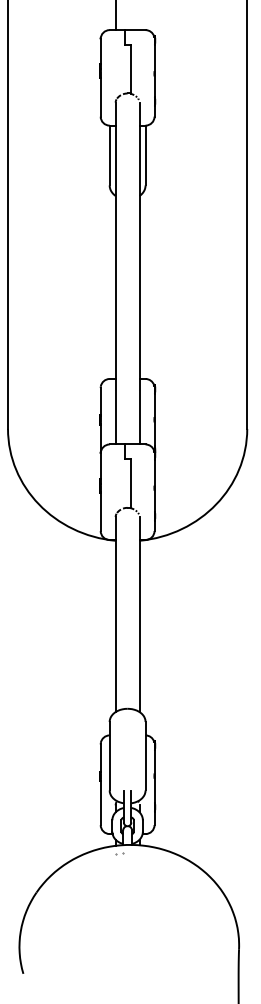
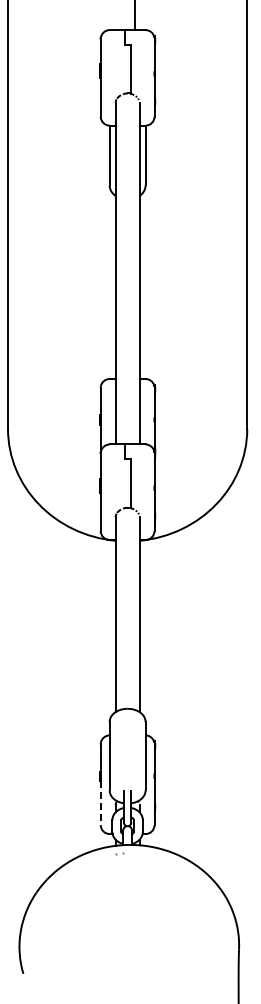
line at (115, 16) position: (115, 16) -> (134, 16)
line at (100, 803): solid -> dashed
